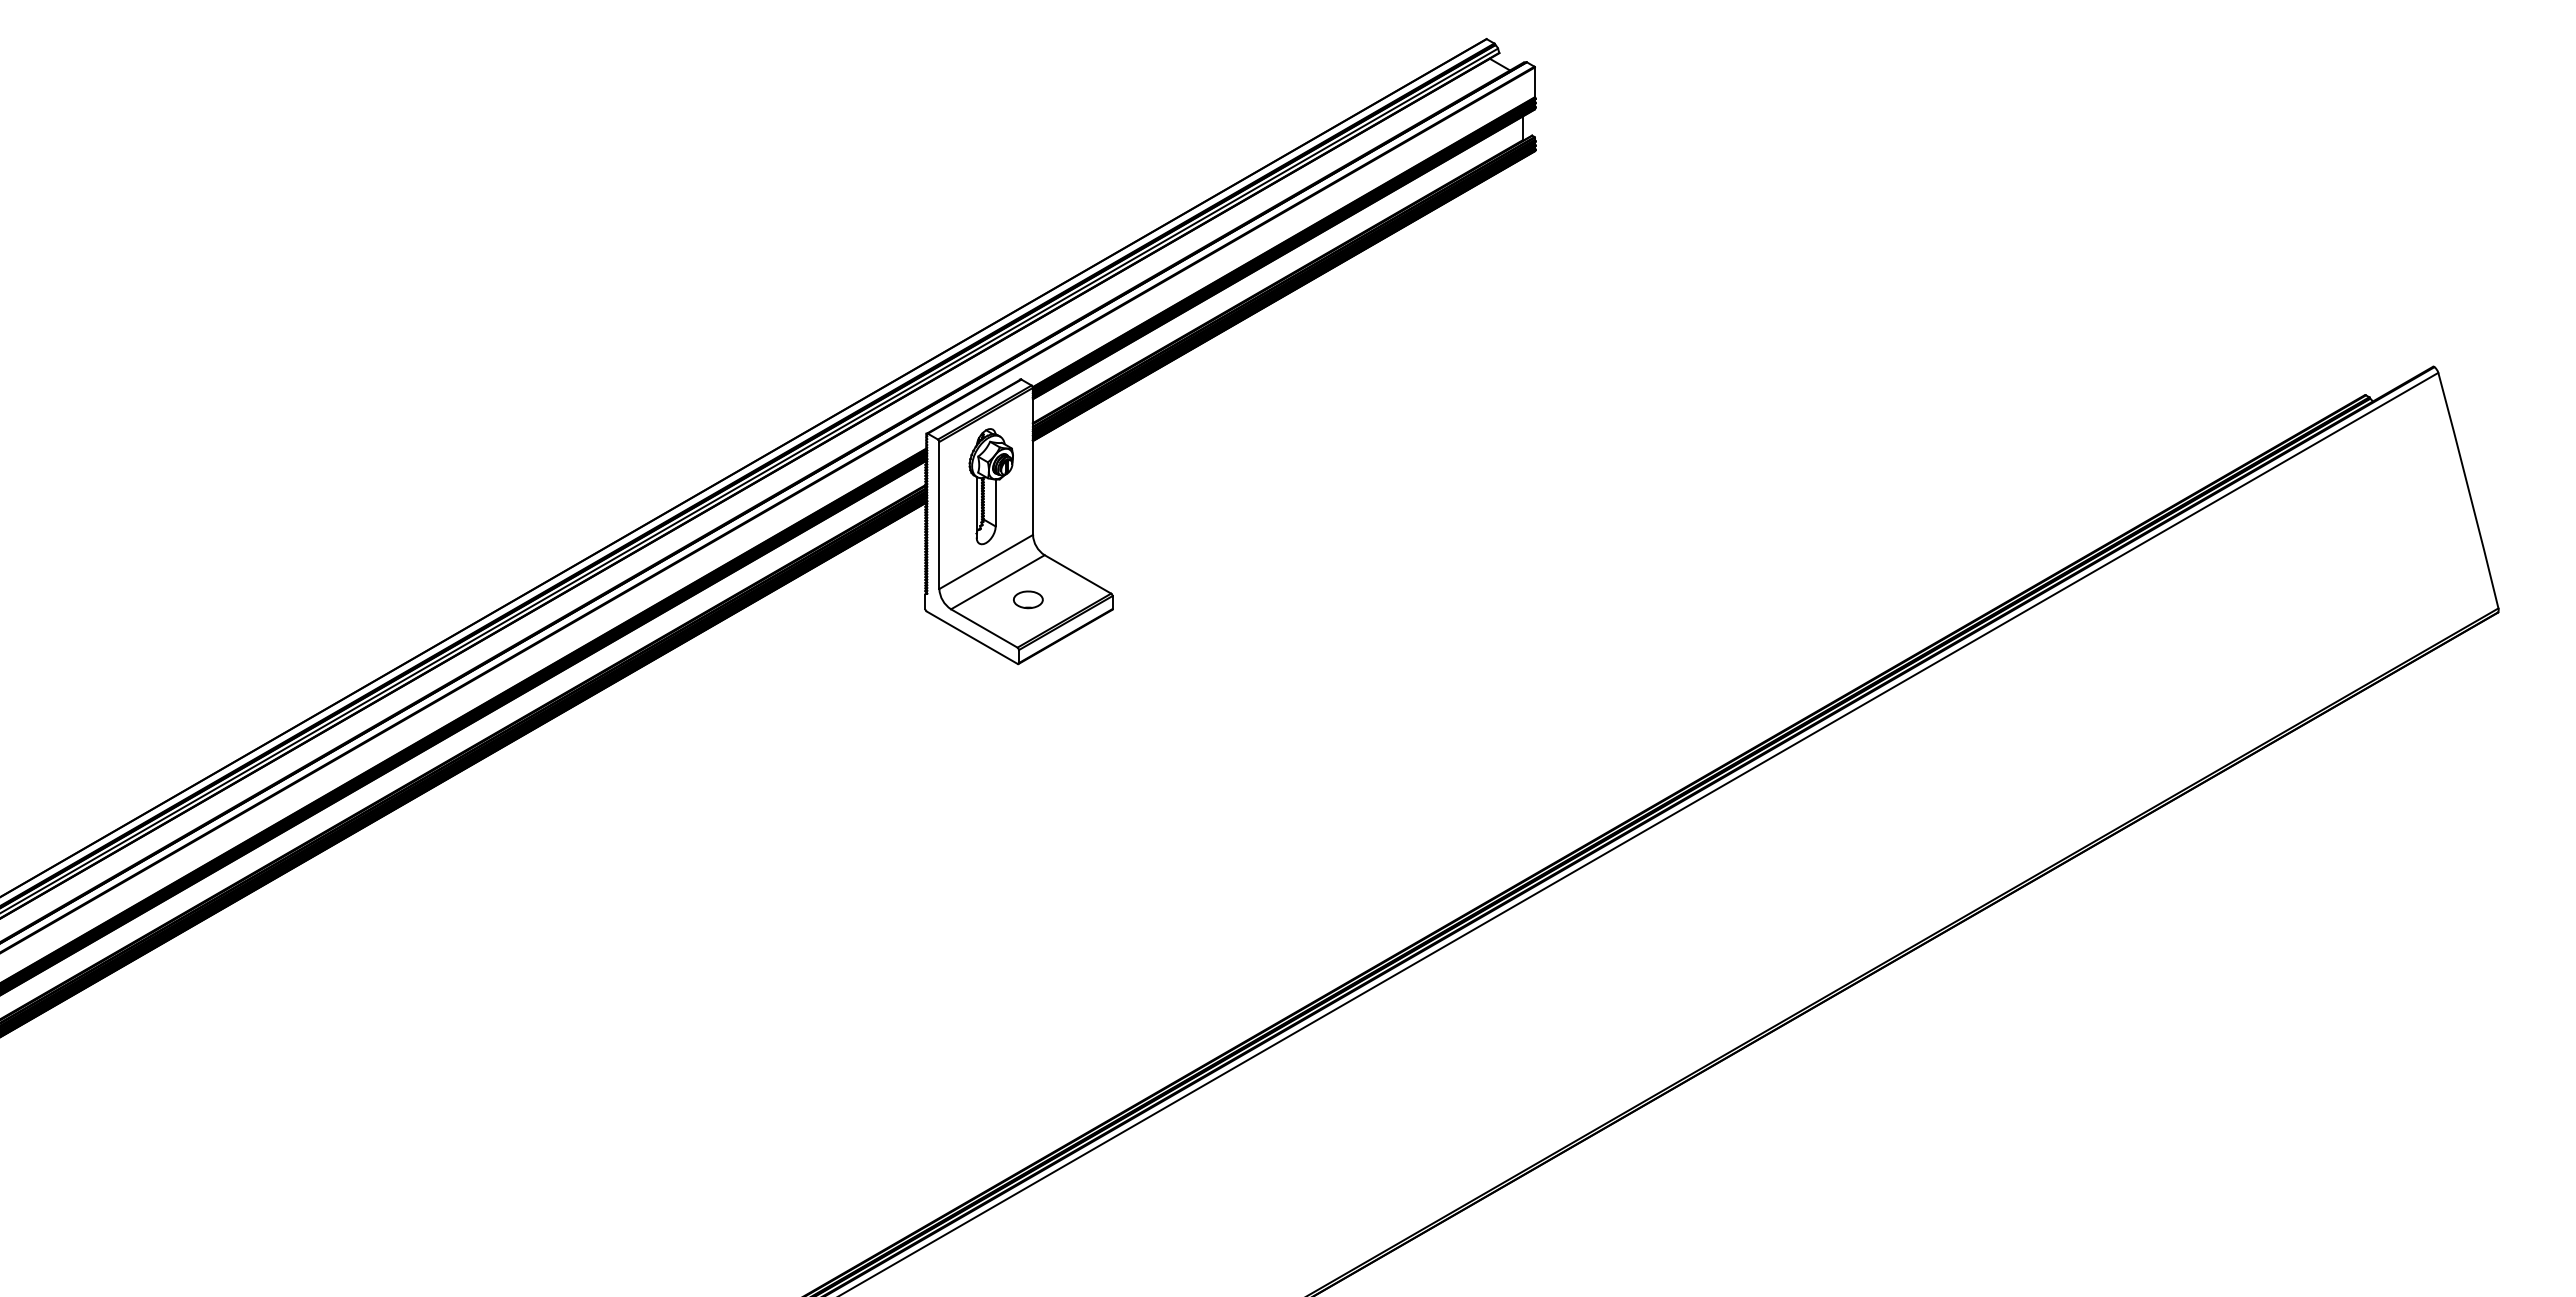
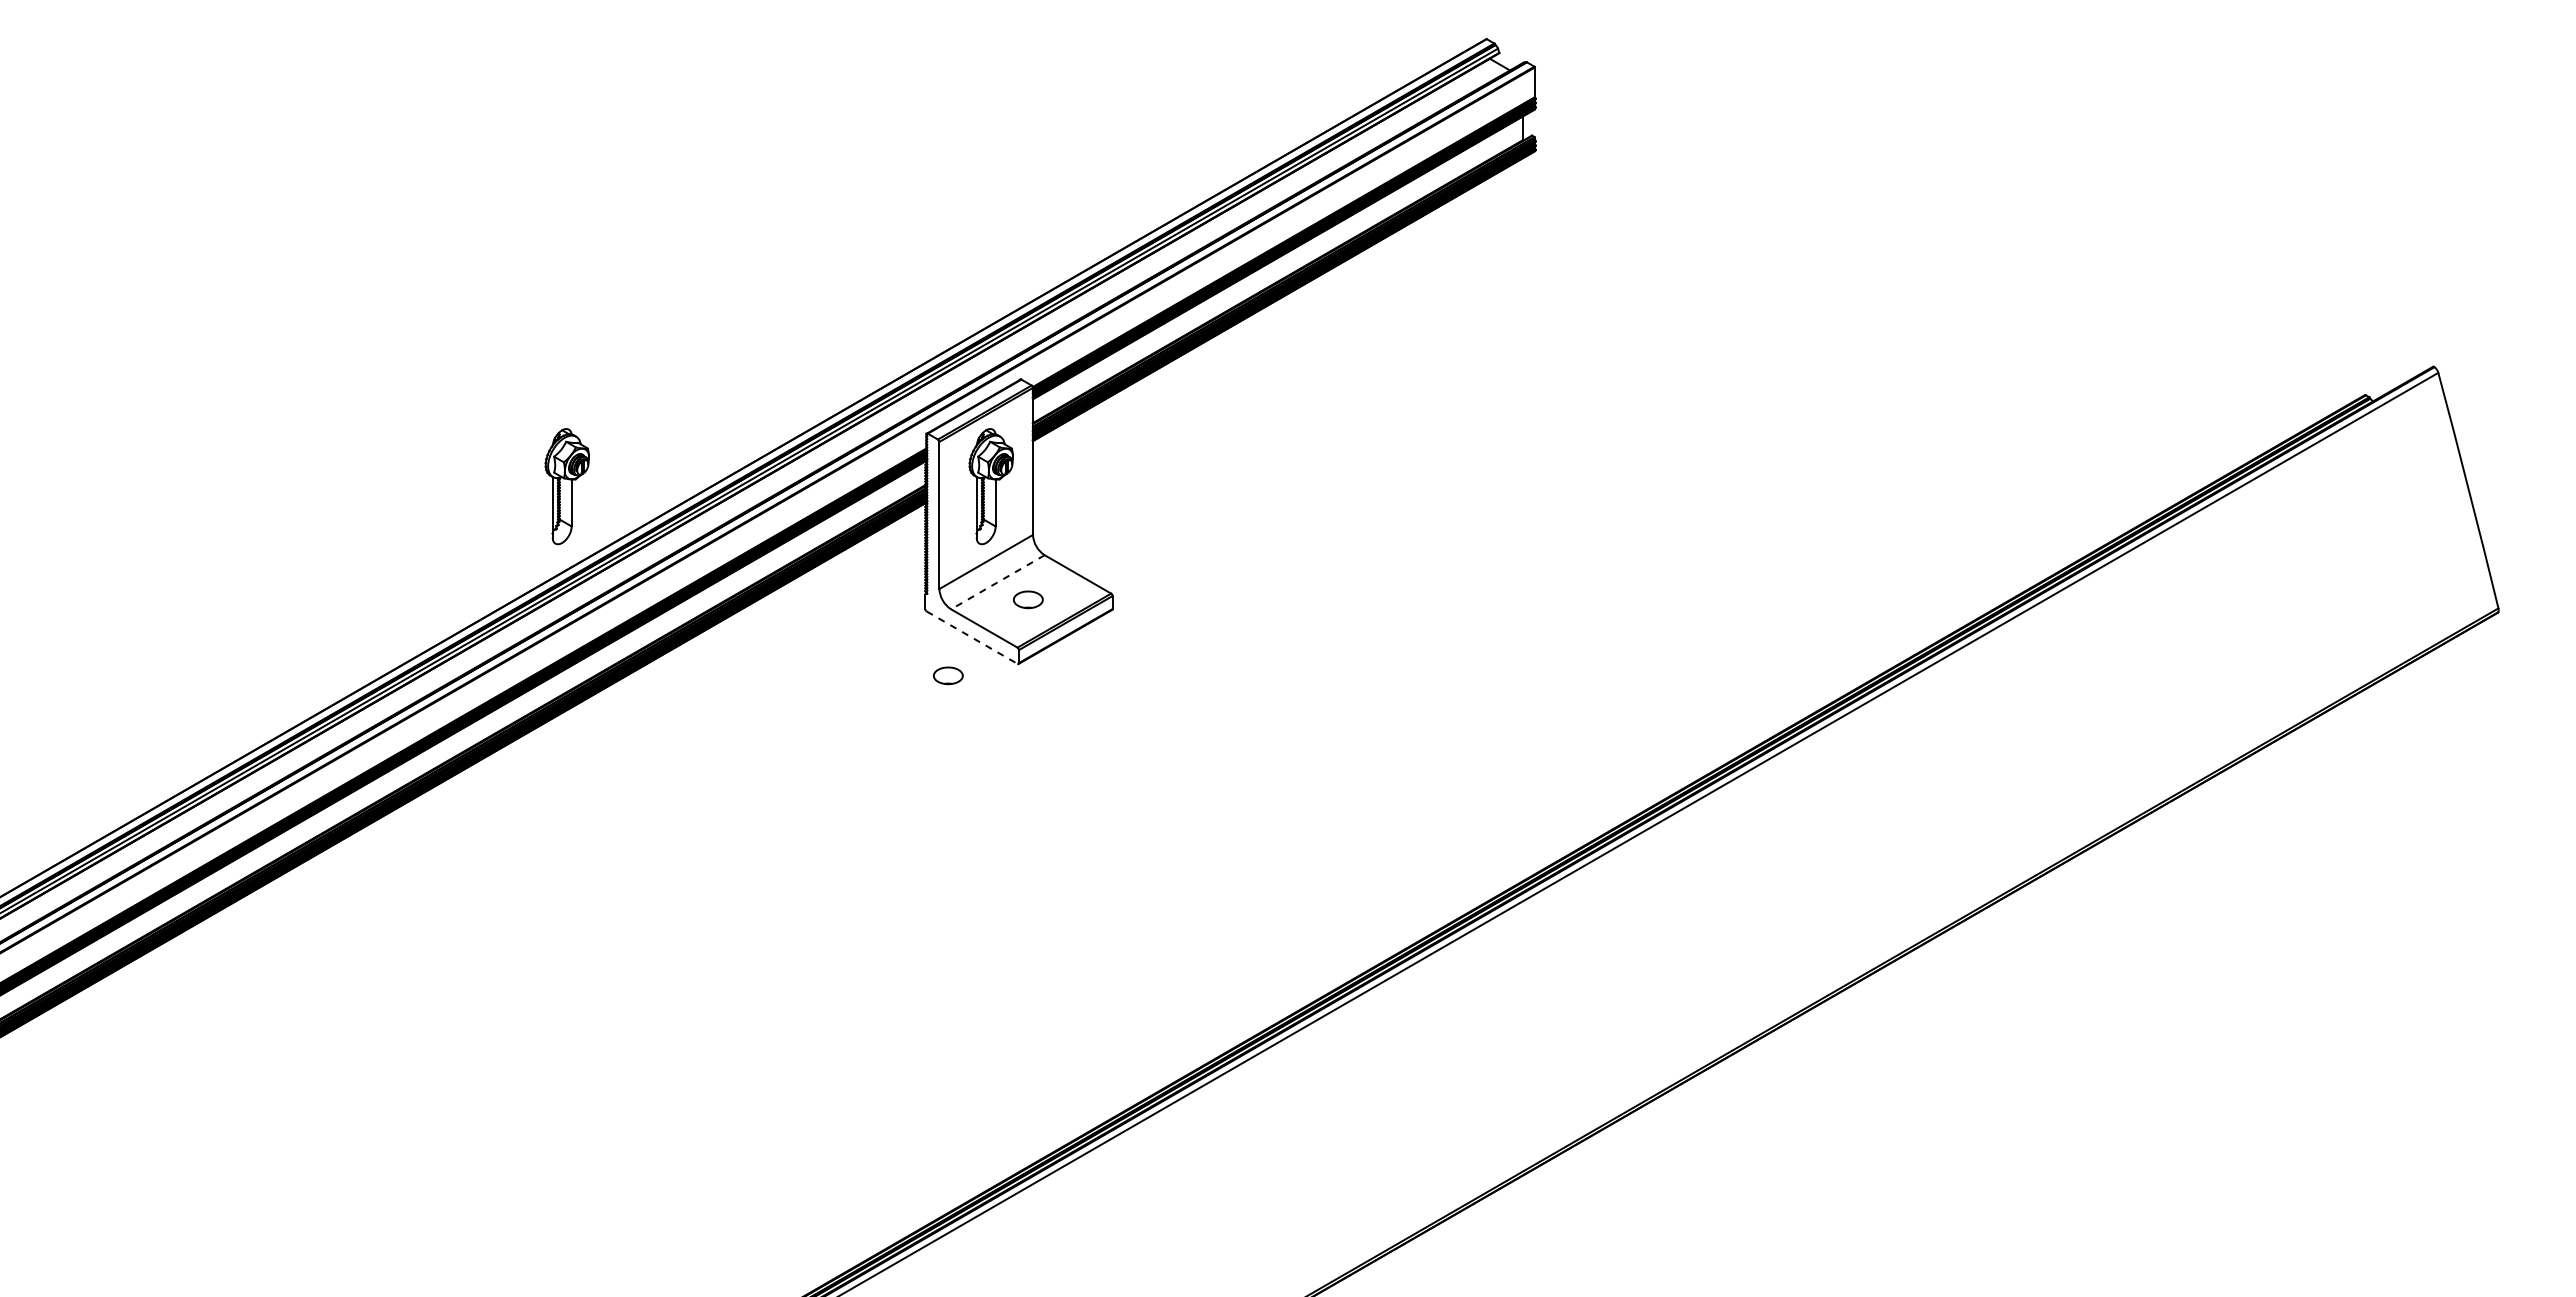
part at (566, 486): none -> present
line at (997, 582): solid -> dashed
line at (972, 637): solid -> dashed
part at (948, 675): none -> present
